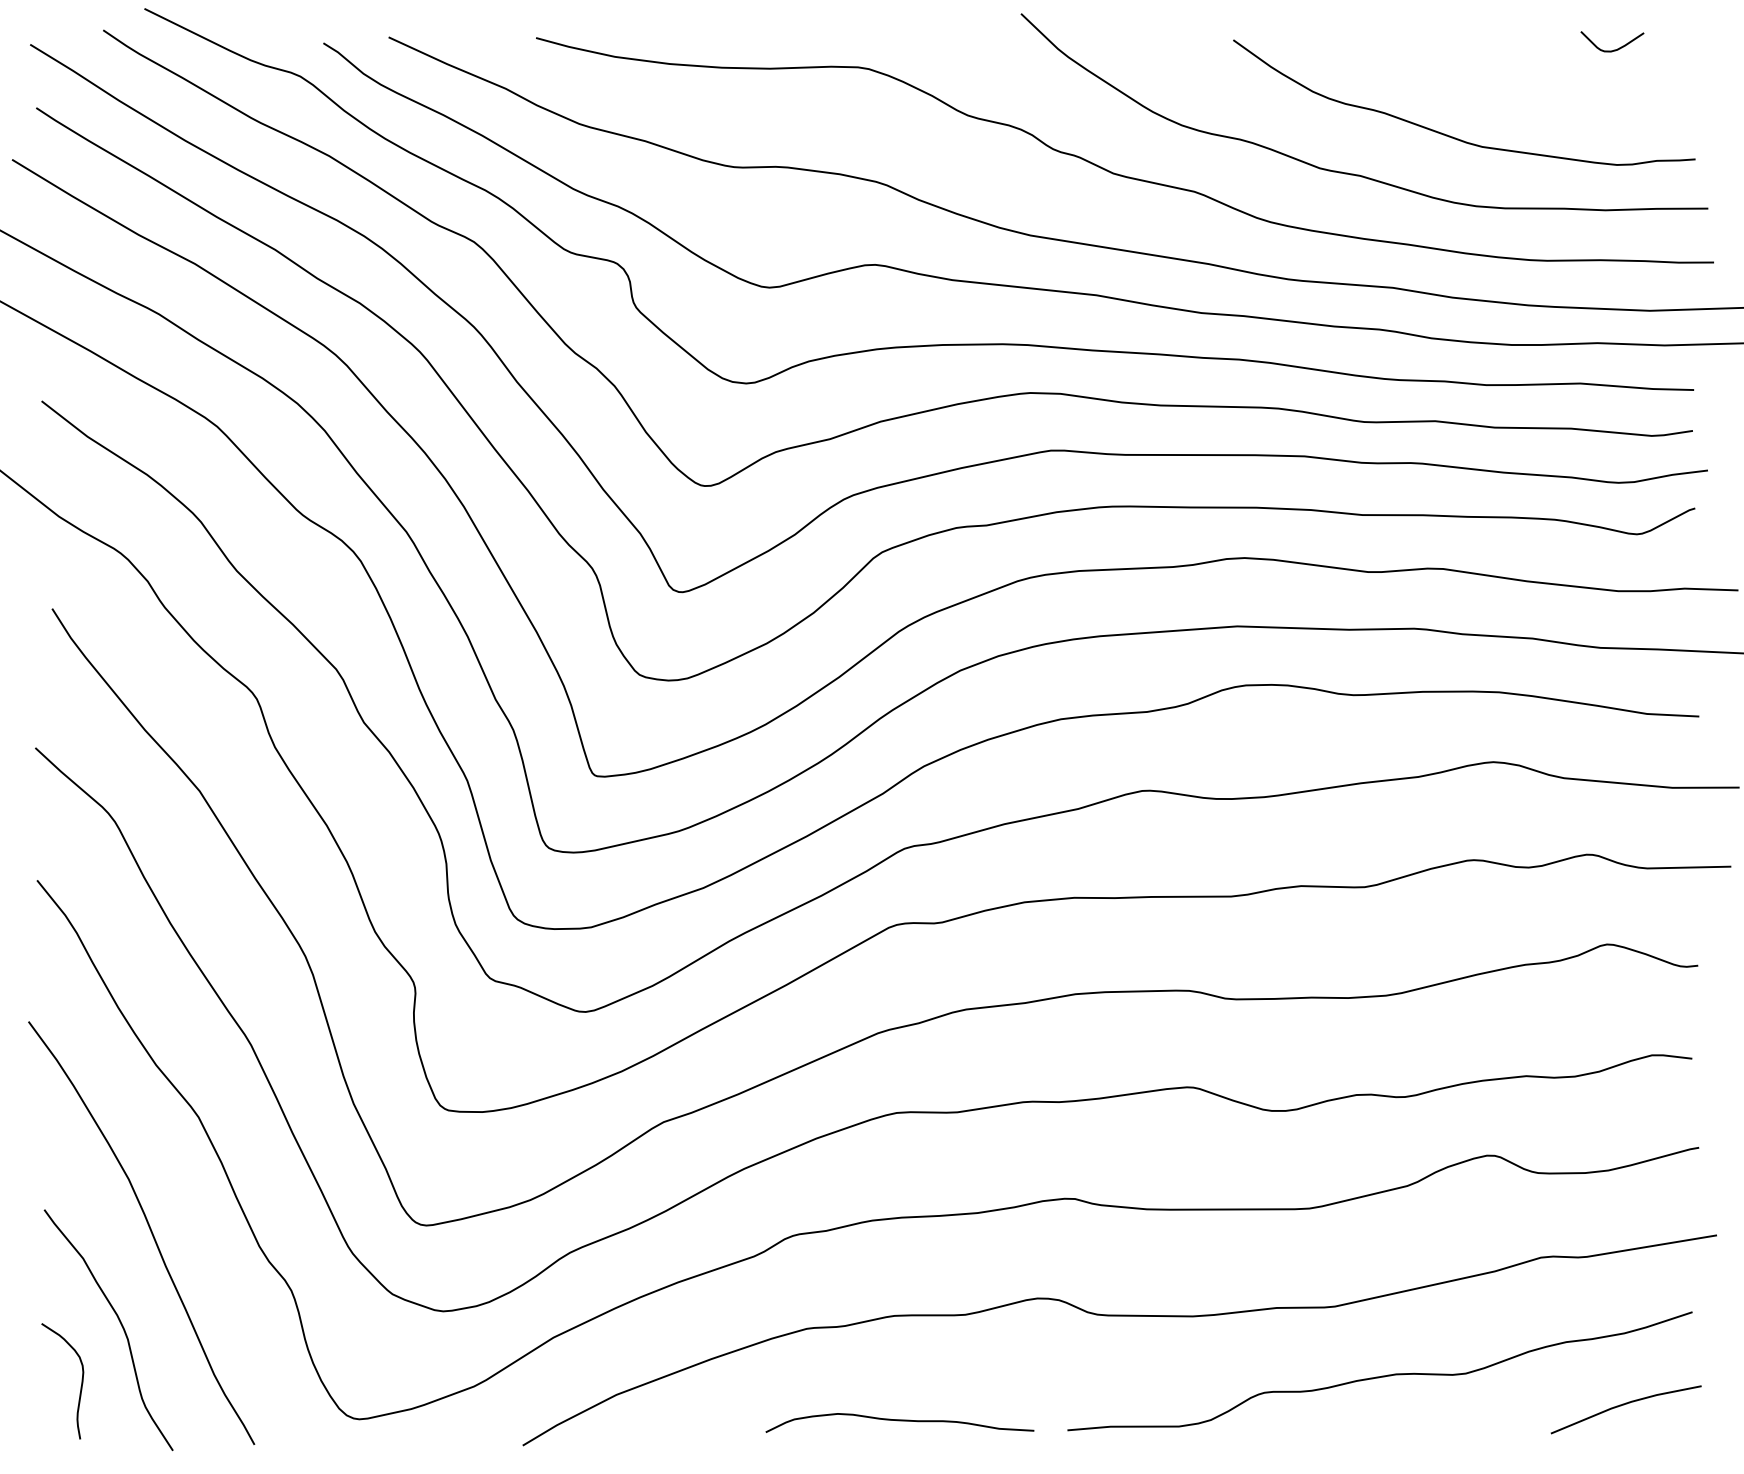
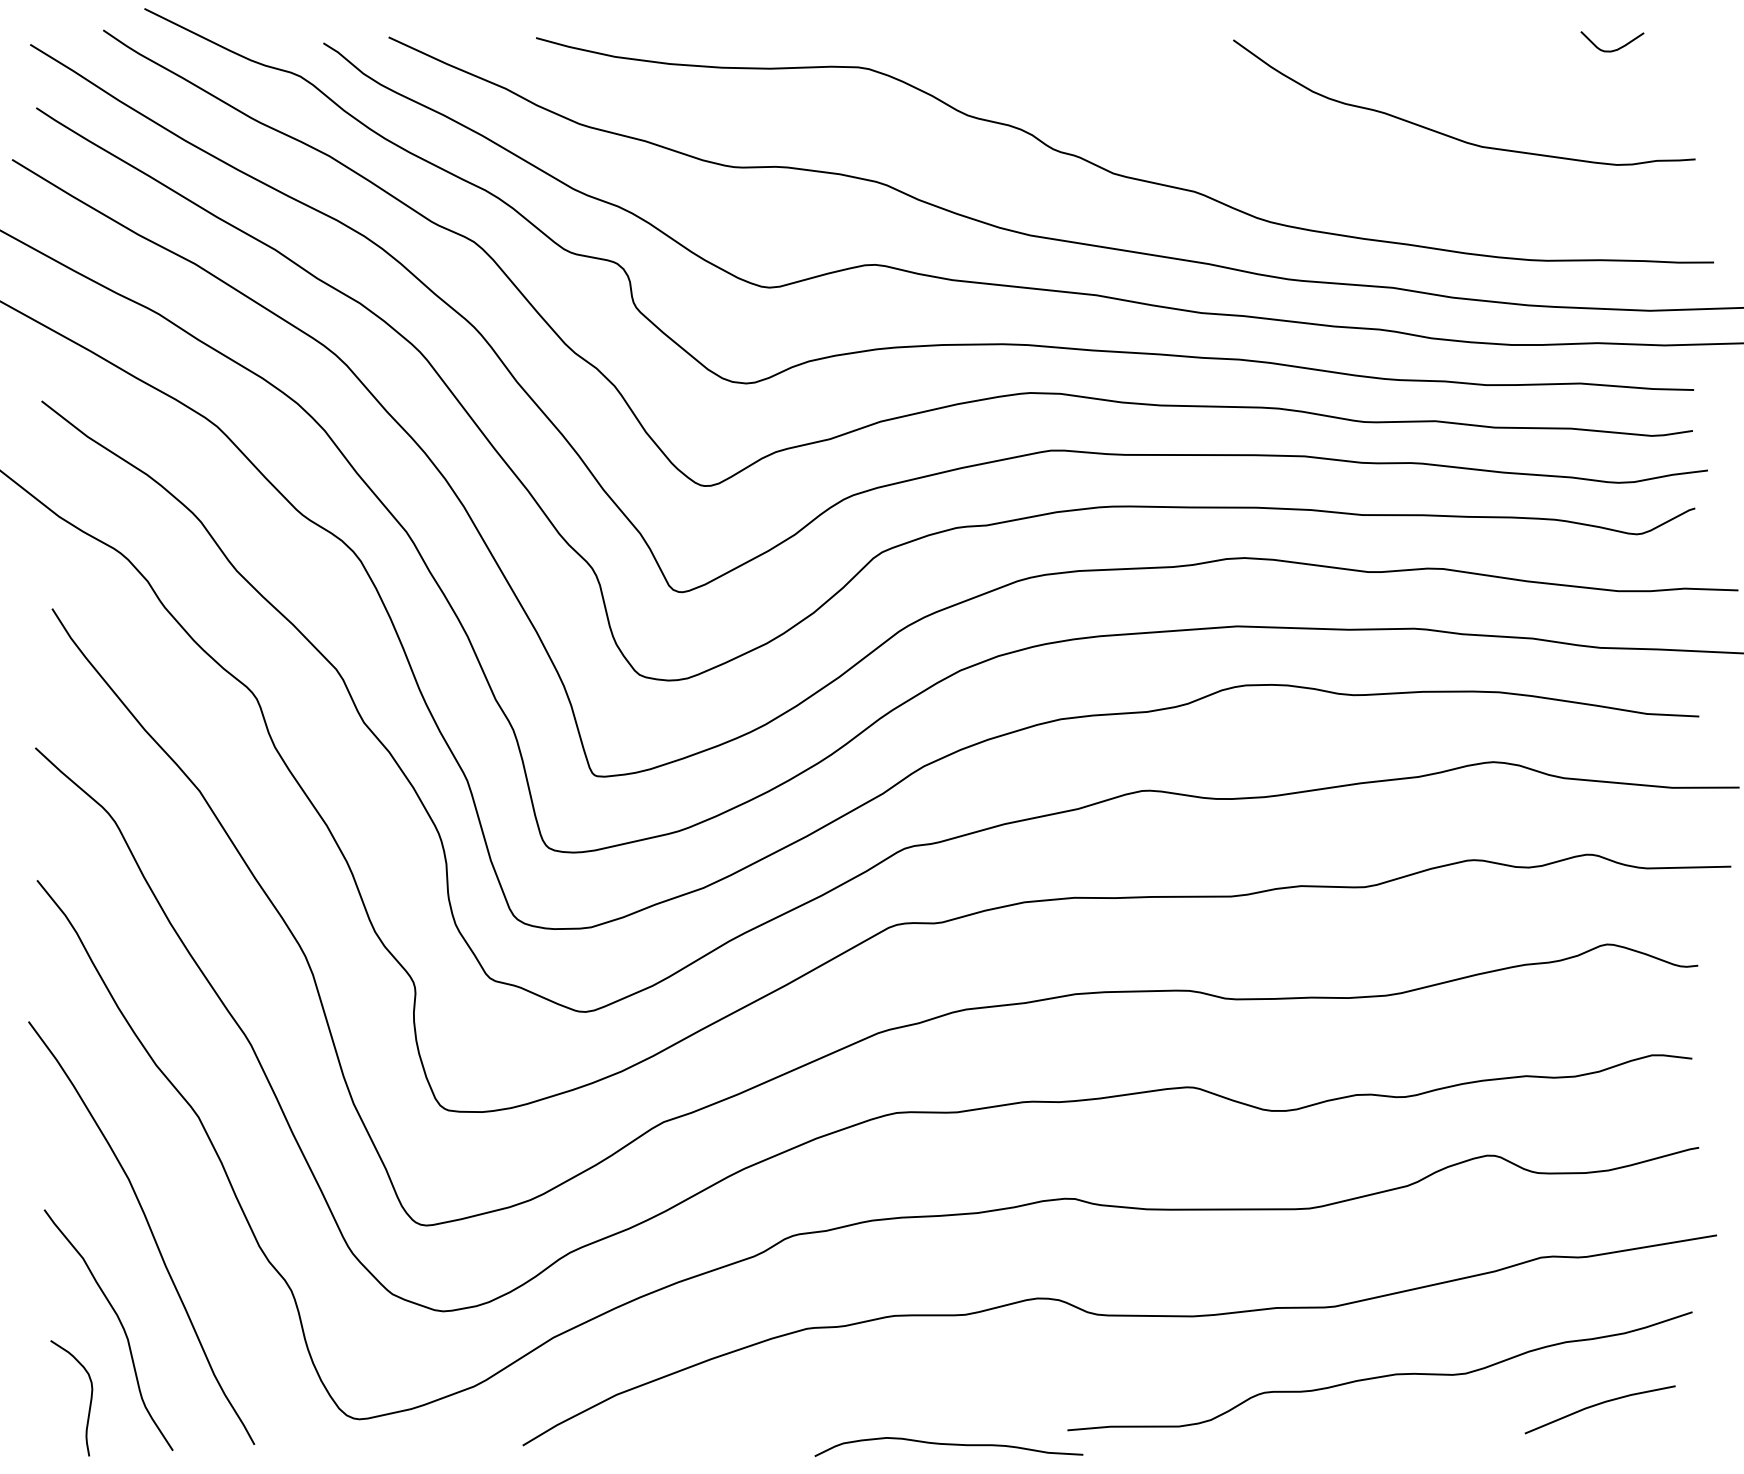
curve at (1353, 173): present -> none
curve at (80, 1386) position: (80, 1386) -> (89, 1403)
line at (1624, 1405) position: (1624, 1405) -> (1598, 1405)
curve at (899, 1421) position: (899, 1421) -> (948, 1445)
